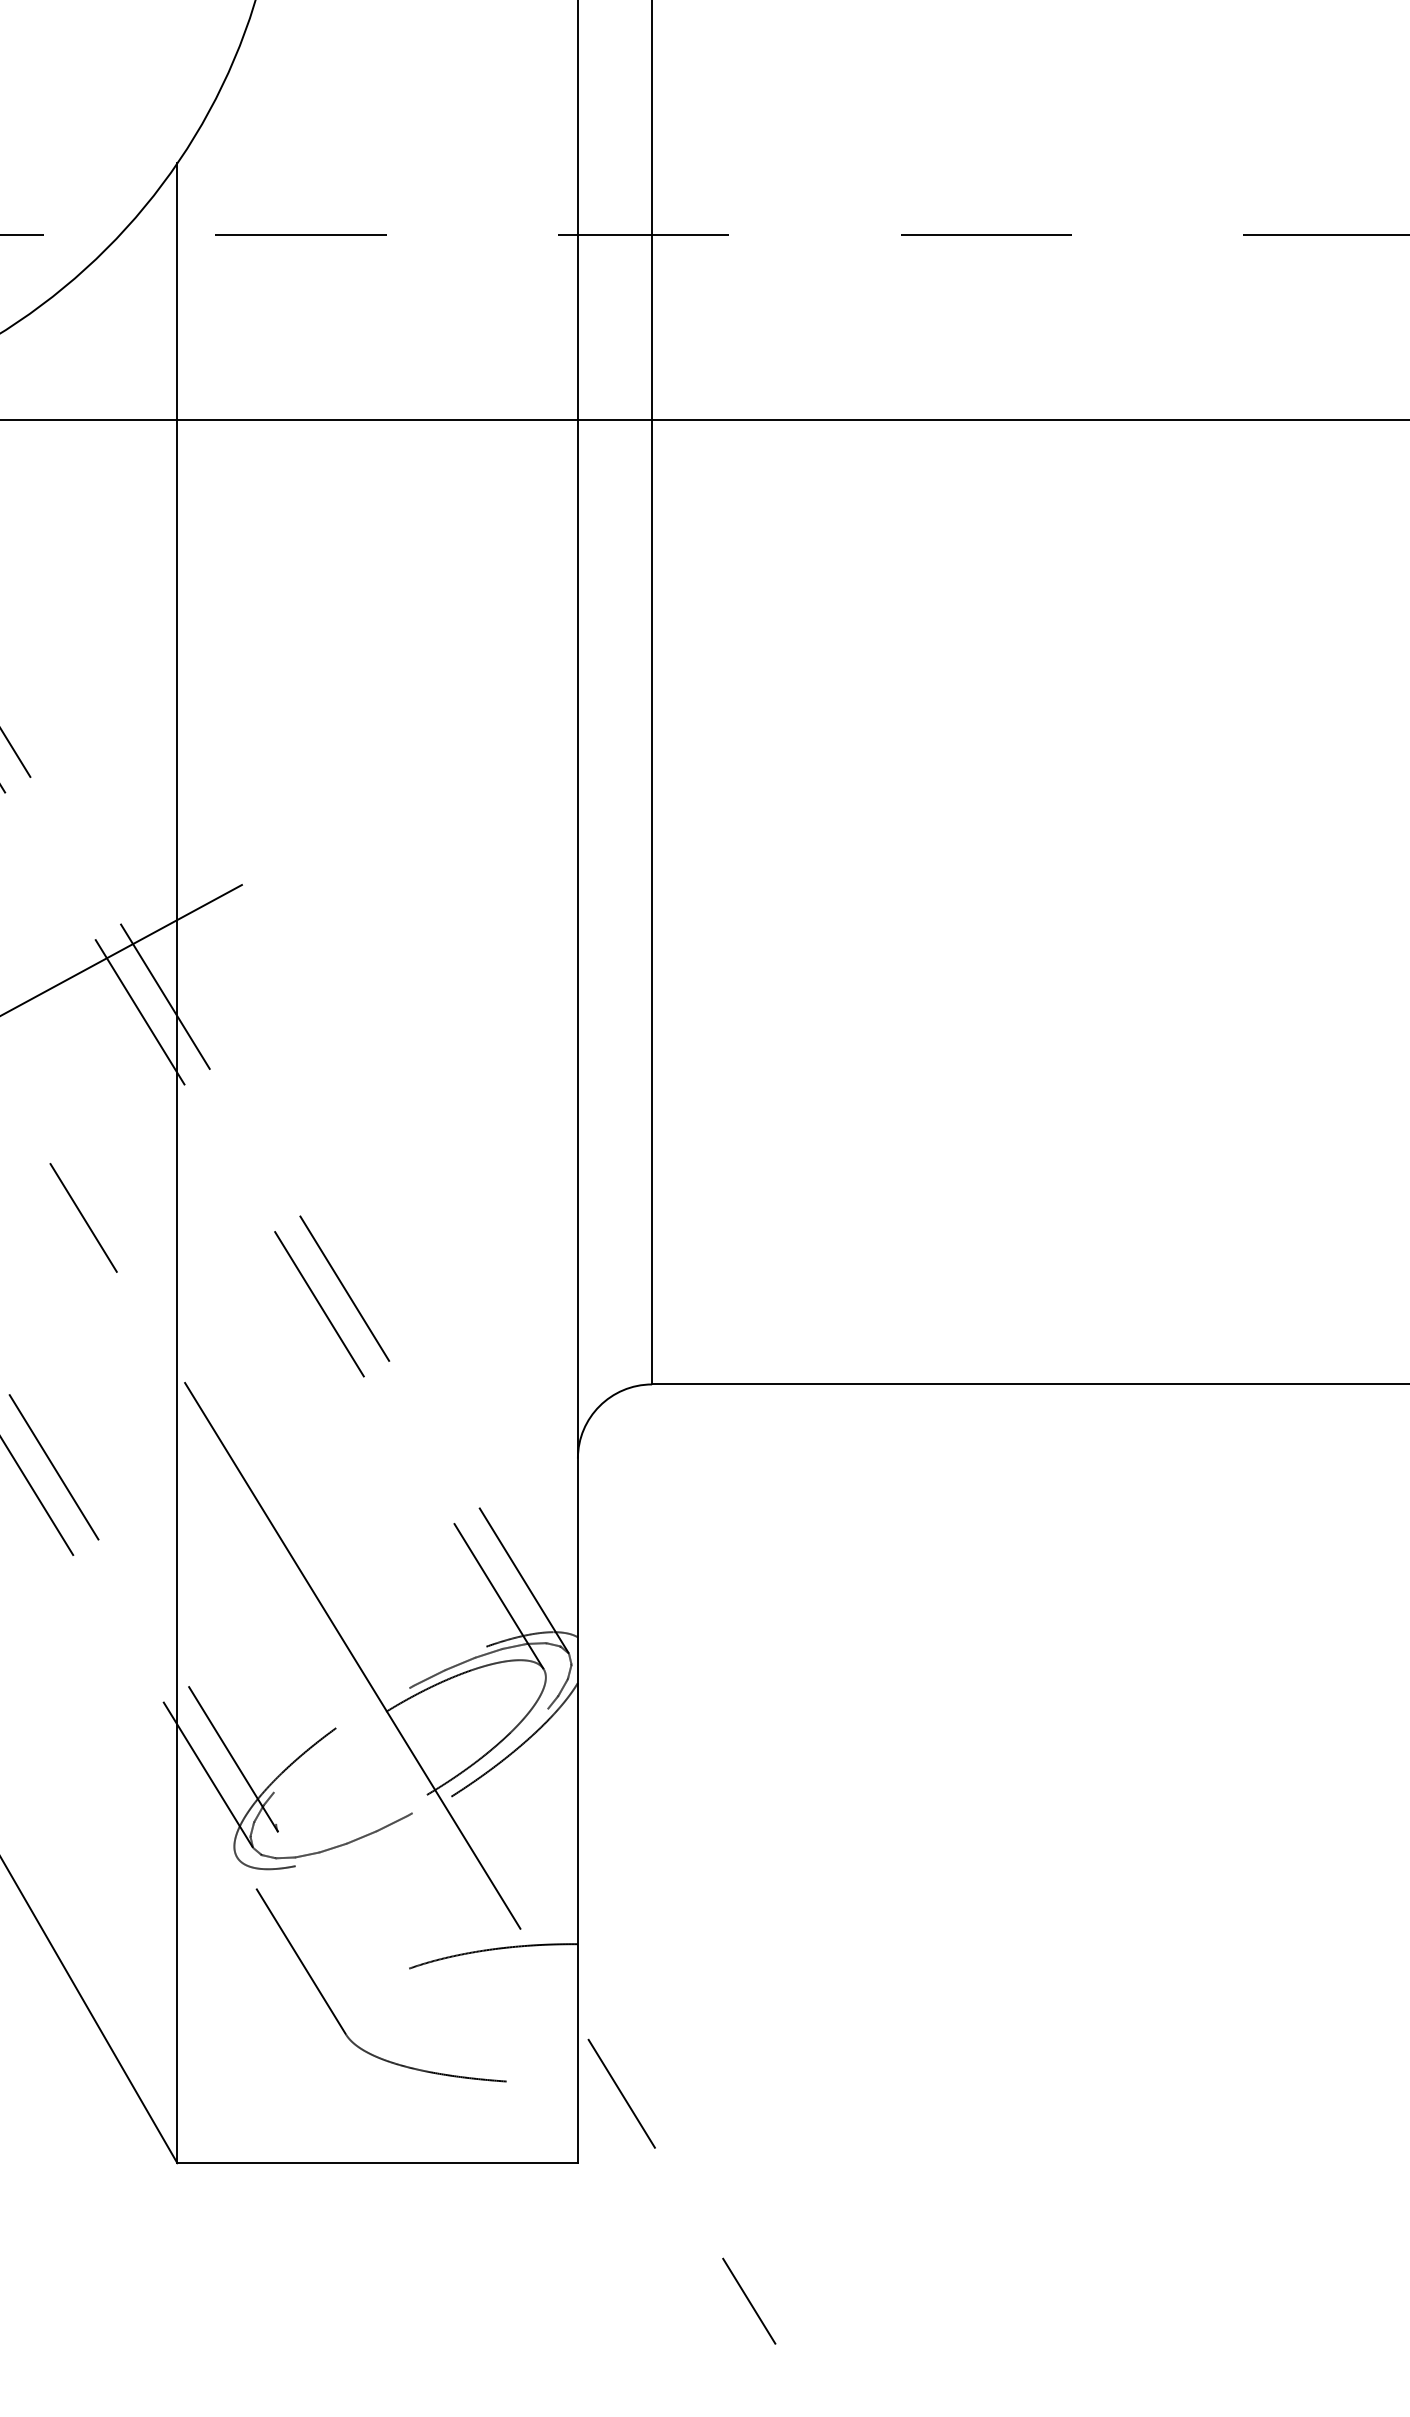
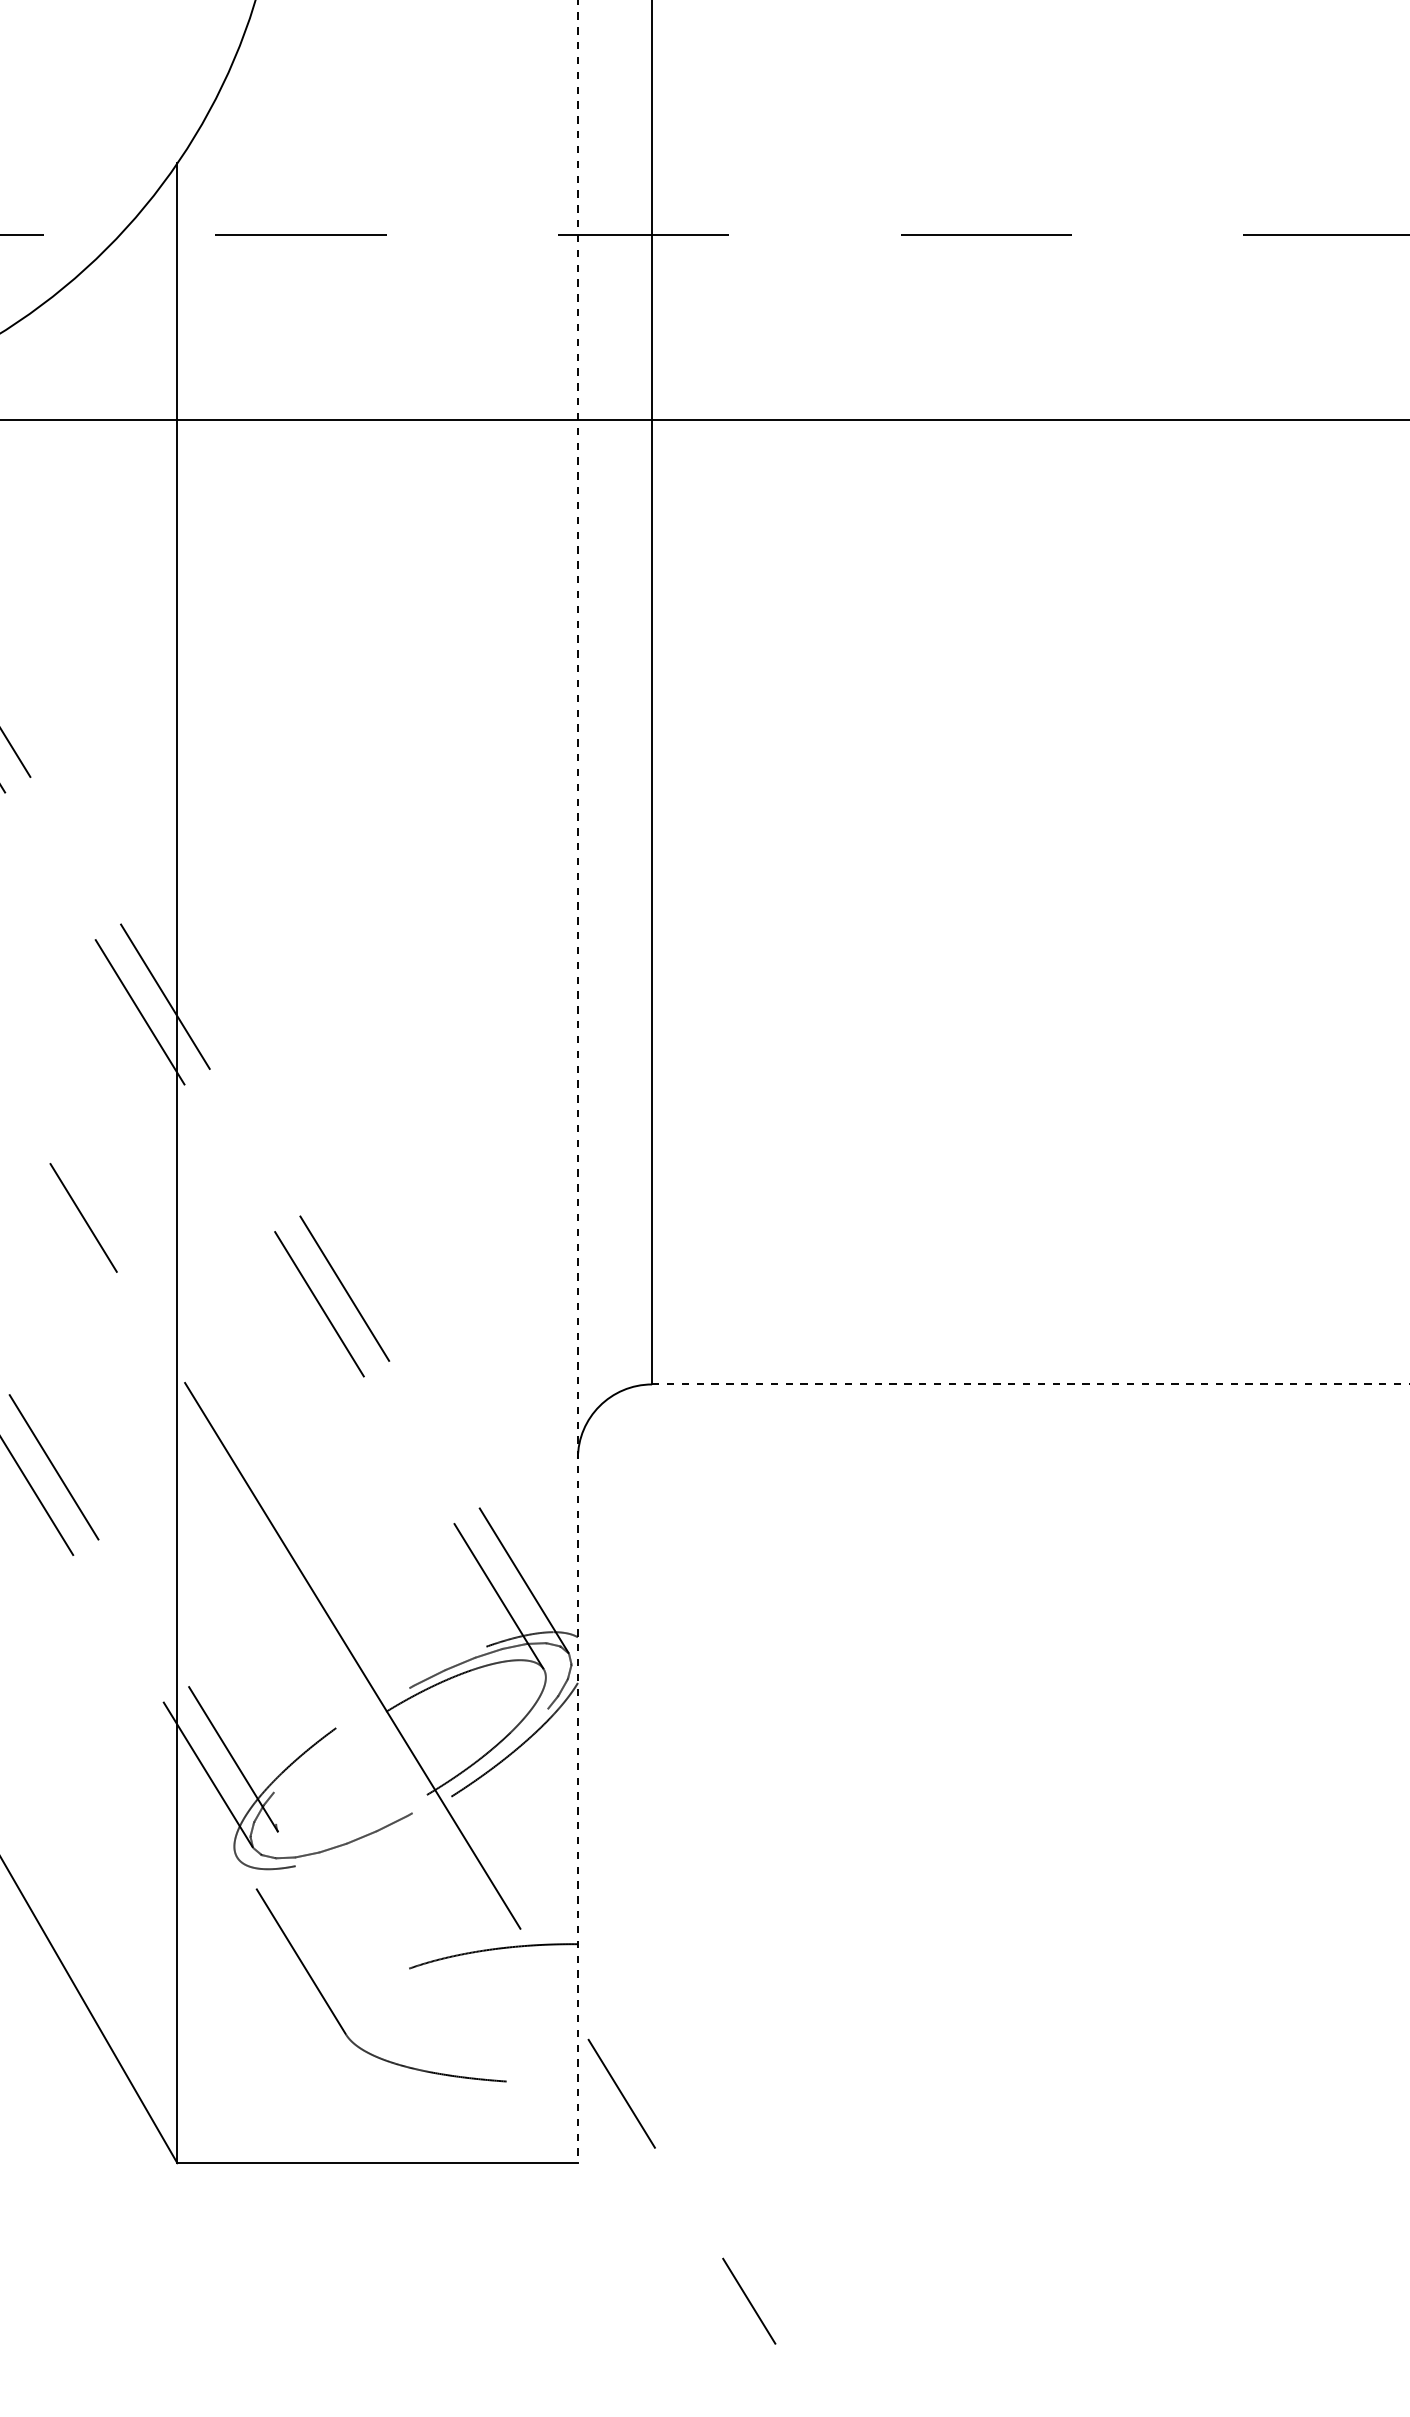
line at (125, 947): present -> none
line at (577, 1082): solid -> dashed
line at (1031, 1384): solid -> dashed
